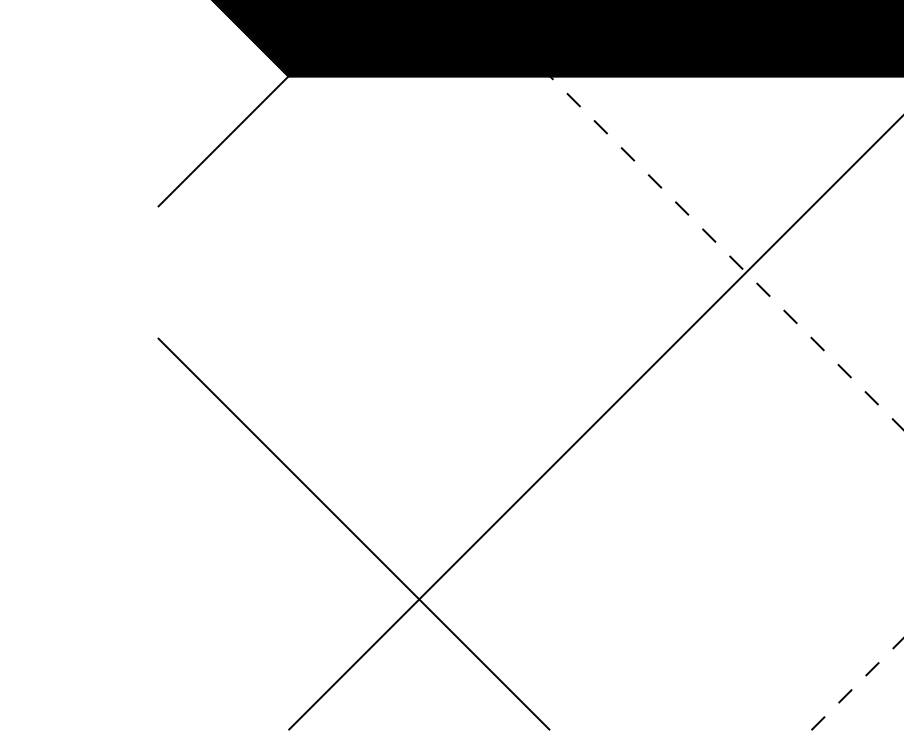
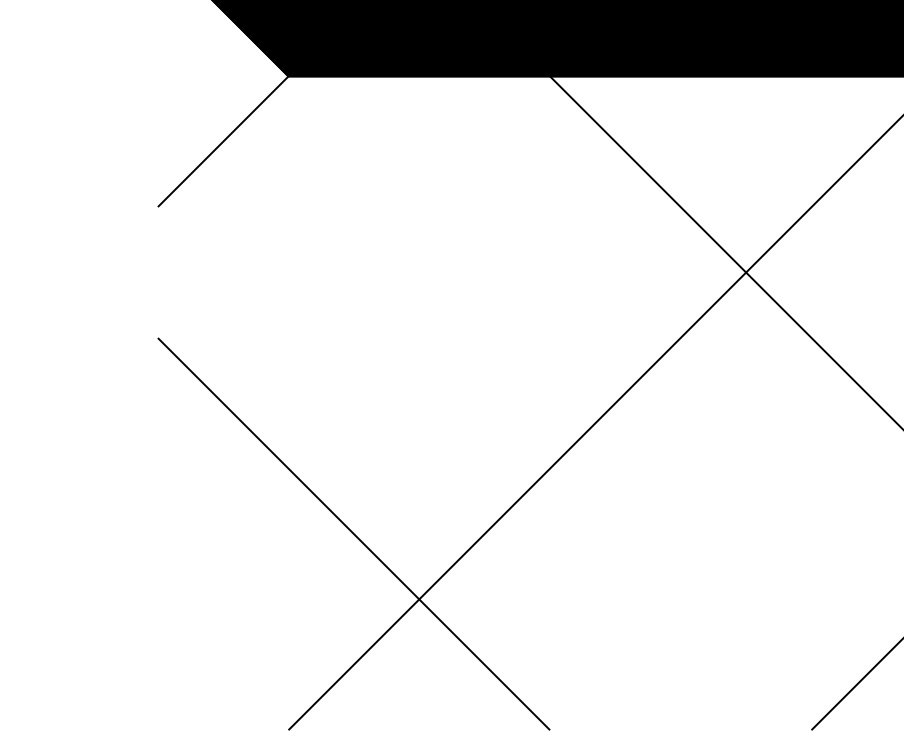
line at (726, 253): dashed -> solid
line at (857, 684): dashed -> solid
